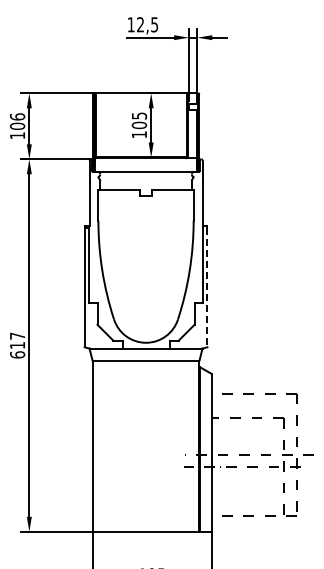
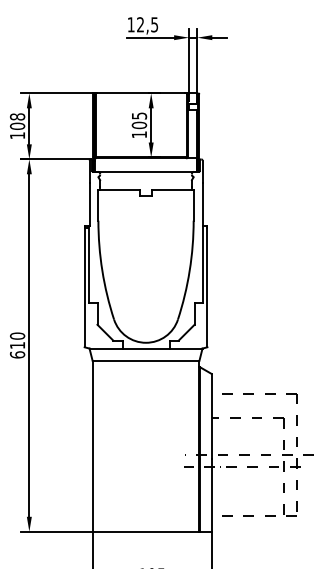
text at (17, 116): 106 -> 108
line at (207, 287): dashed -> solid
text at (17, 335): 617 -> 610
